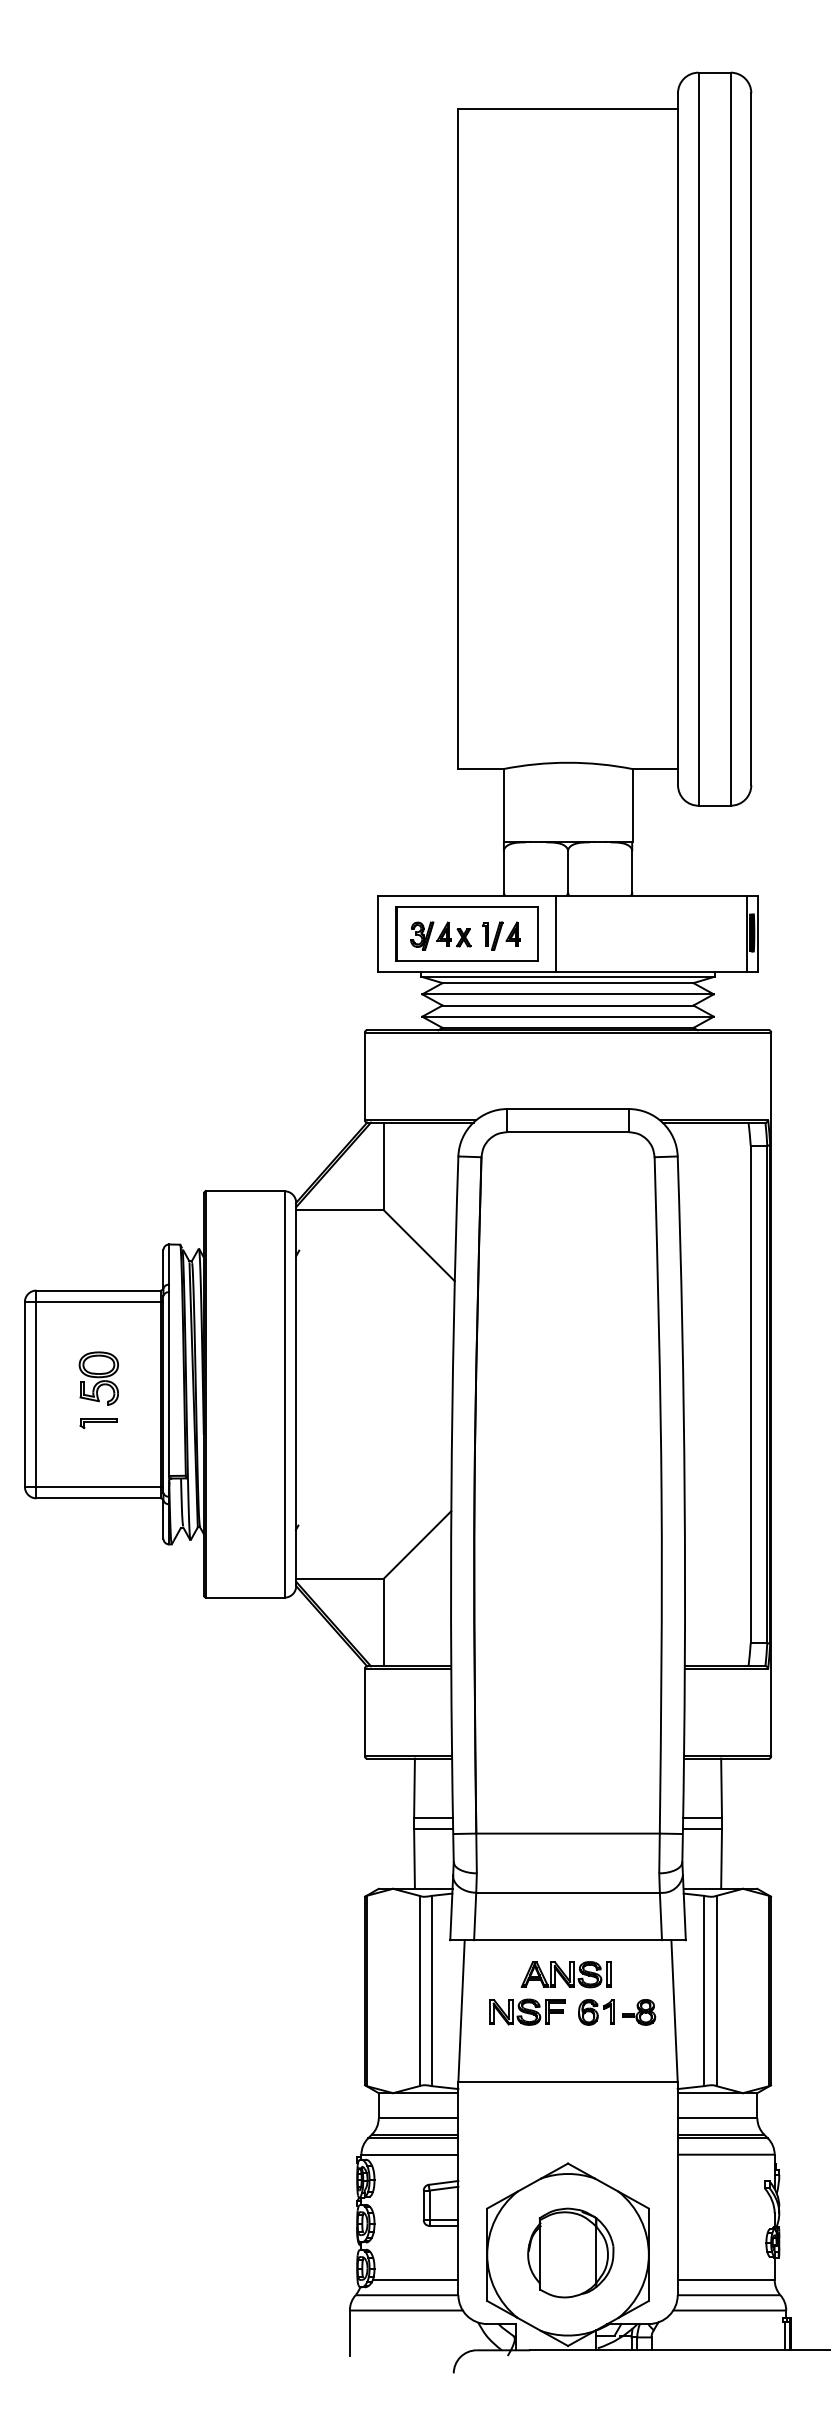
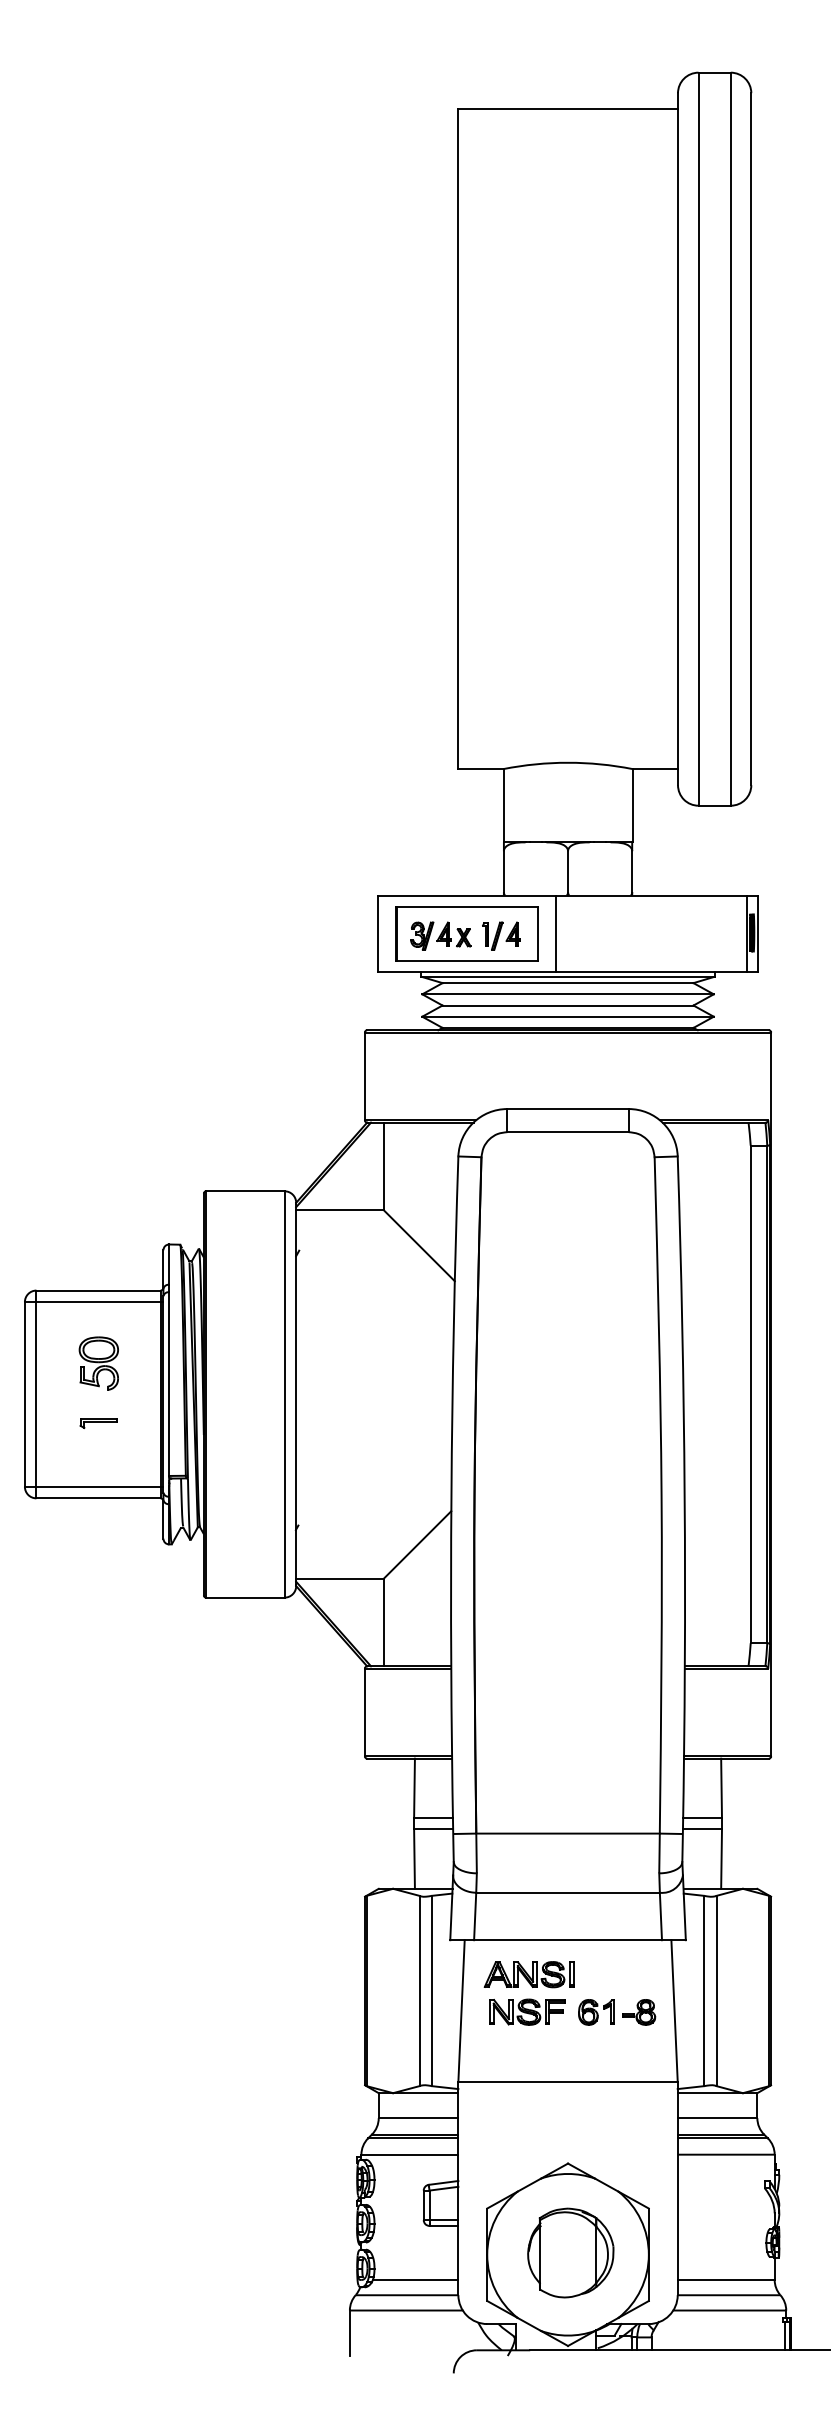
part at (98, 1378) position: (98, 1378) -> (98, 1363)
part at (565, 1974) position: (565, 1974) -> (528, 1974)
